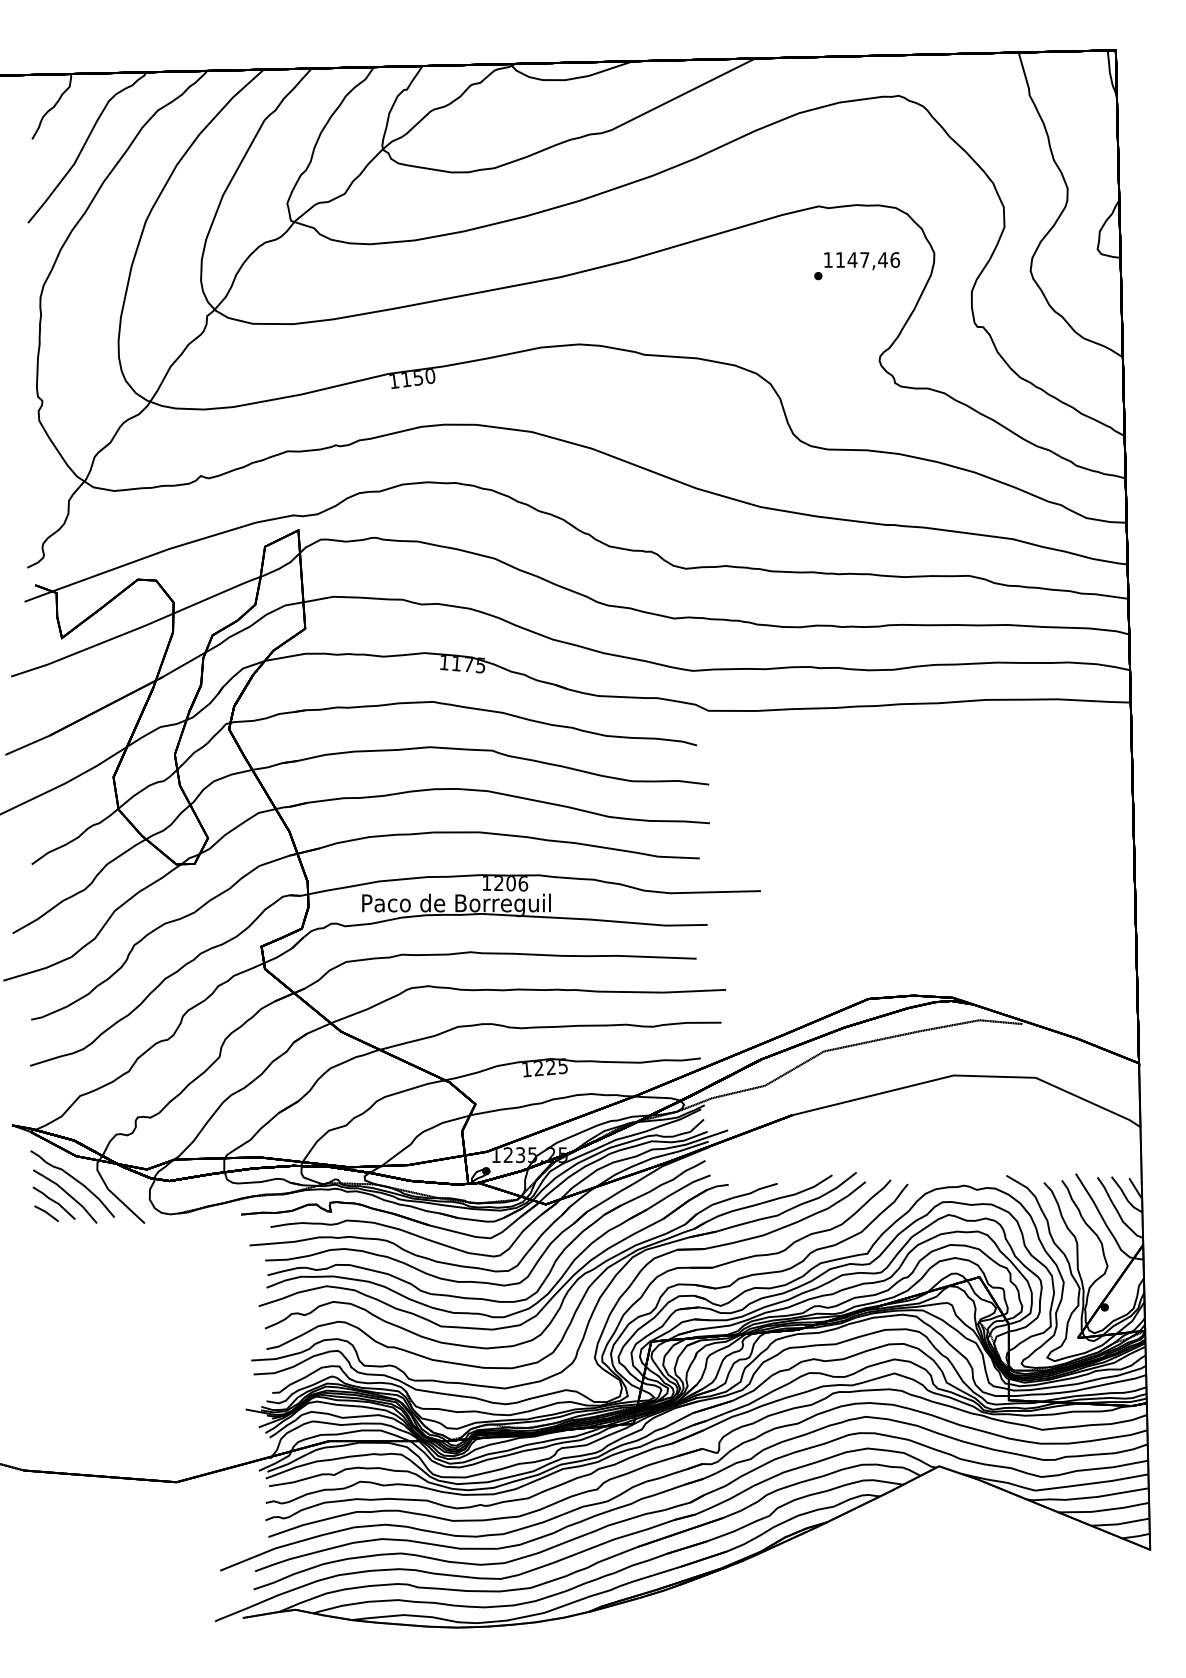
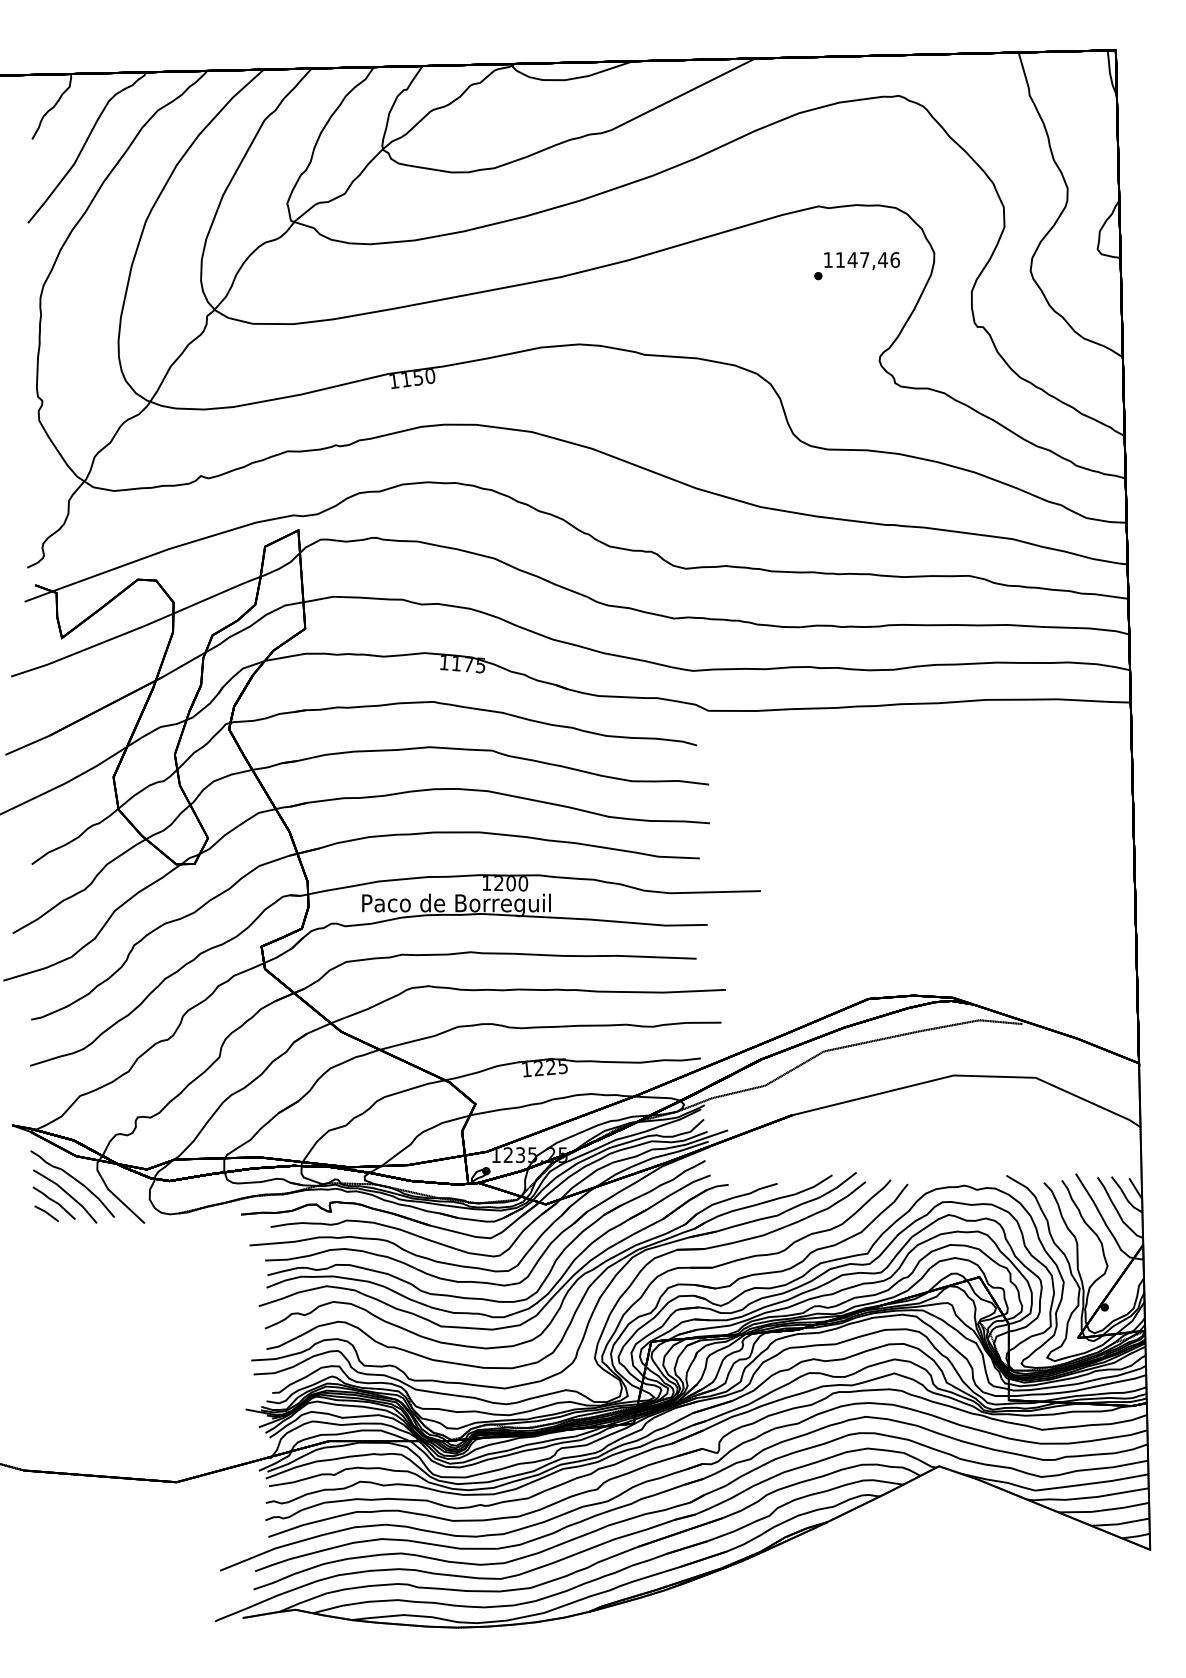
text at (523, 883): 1206 -> 1200
